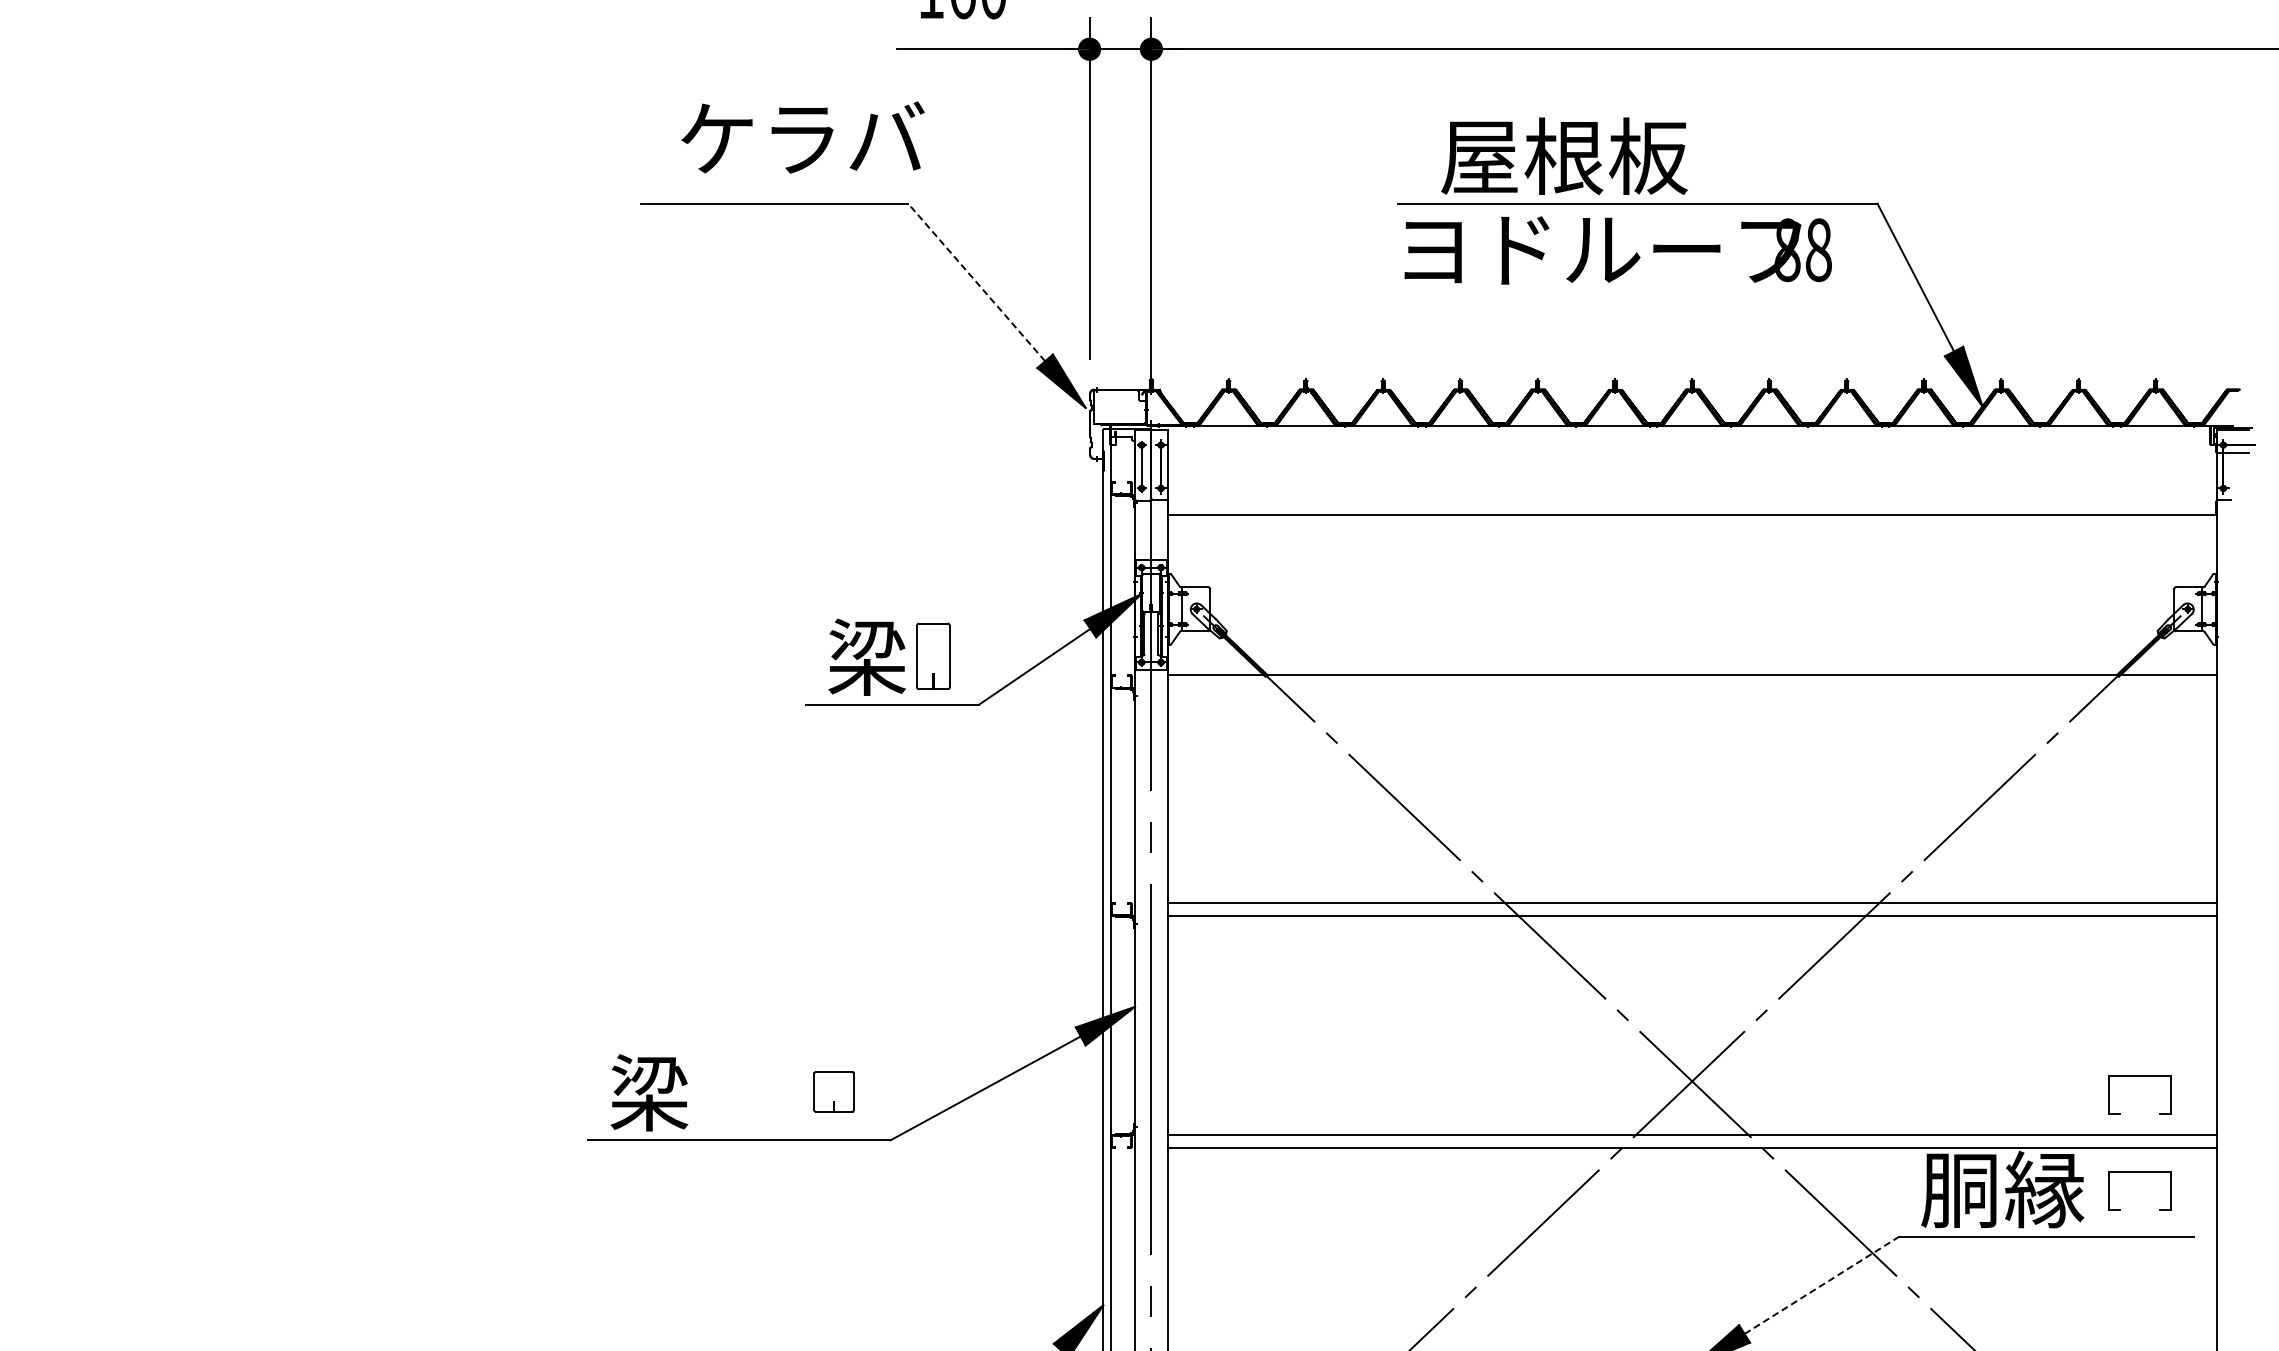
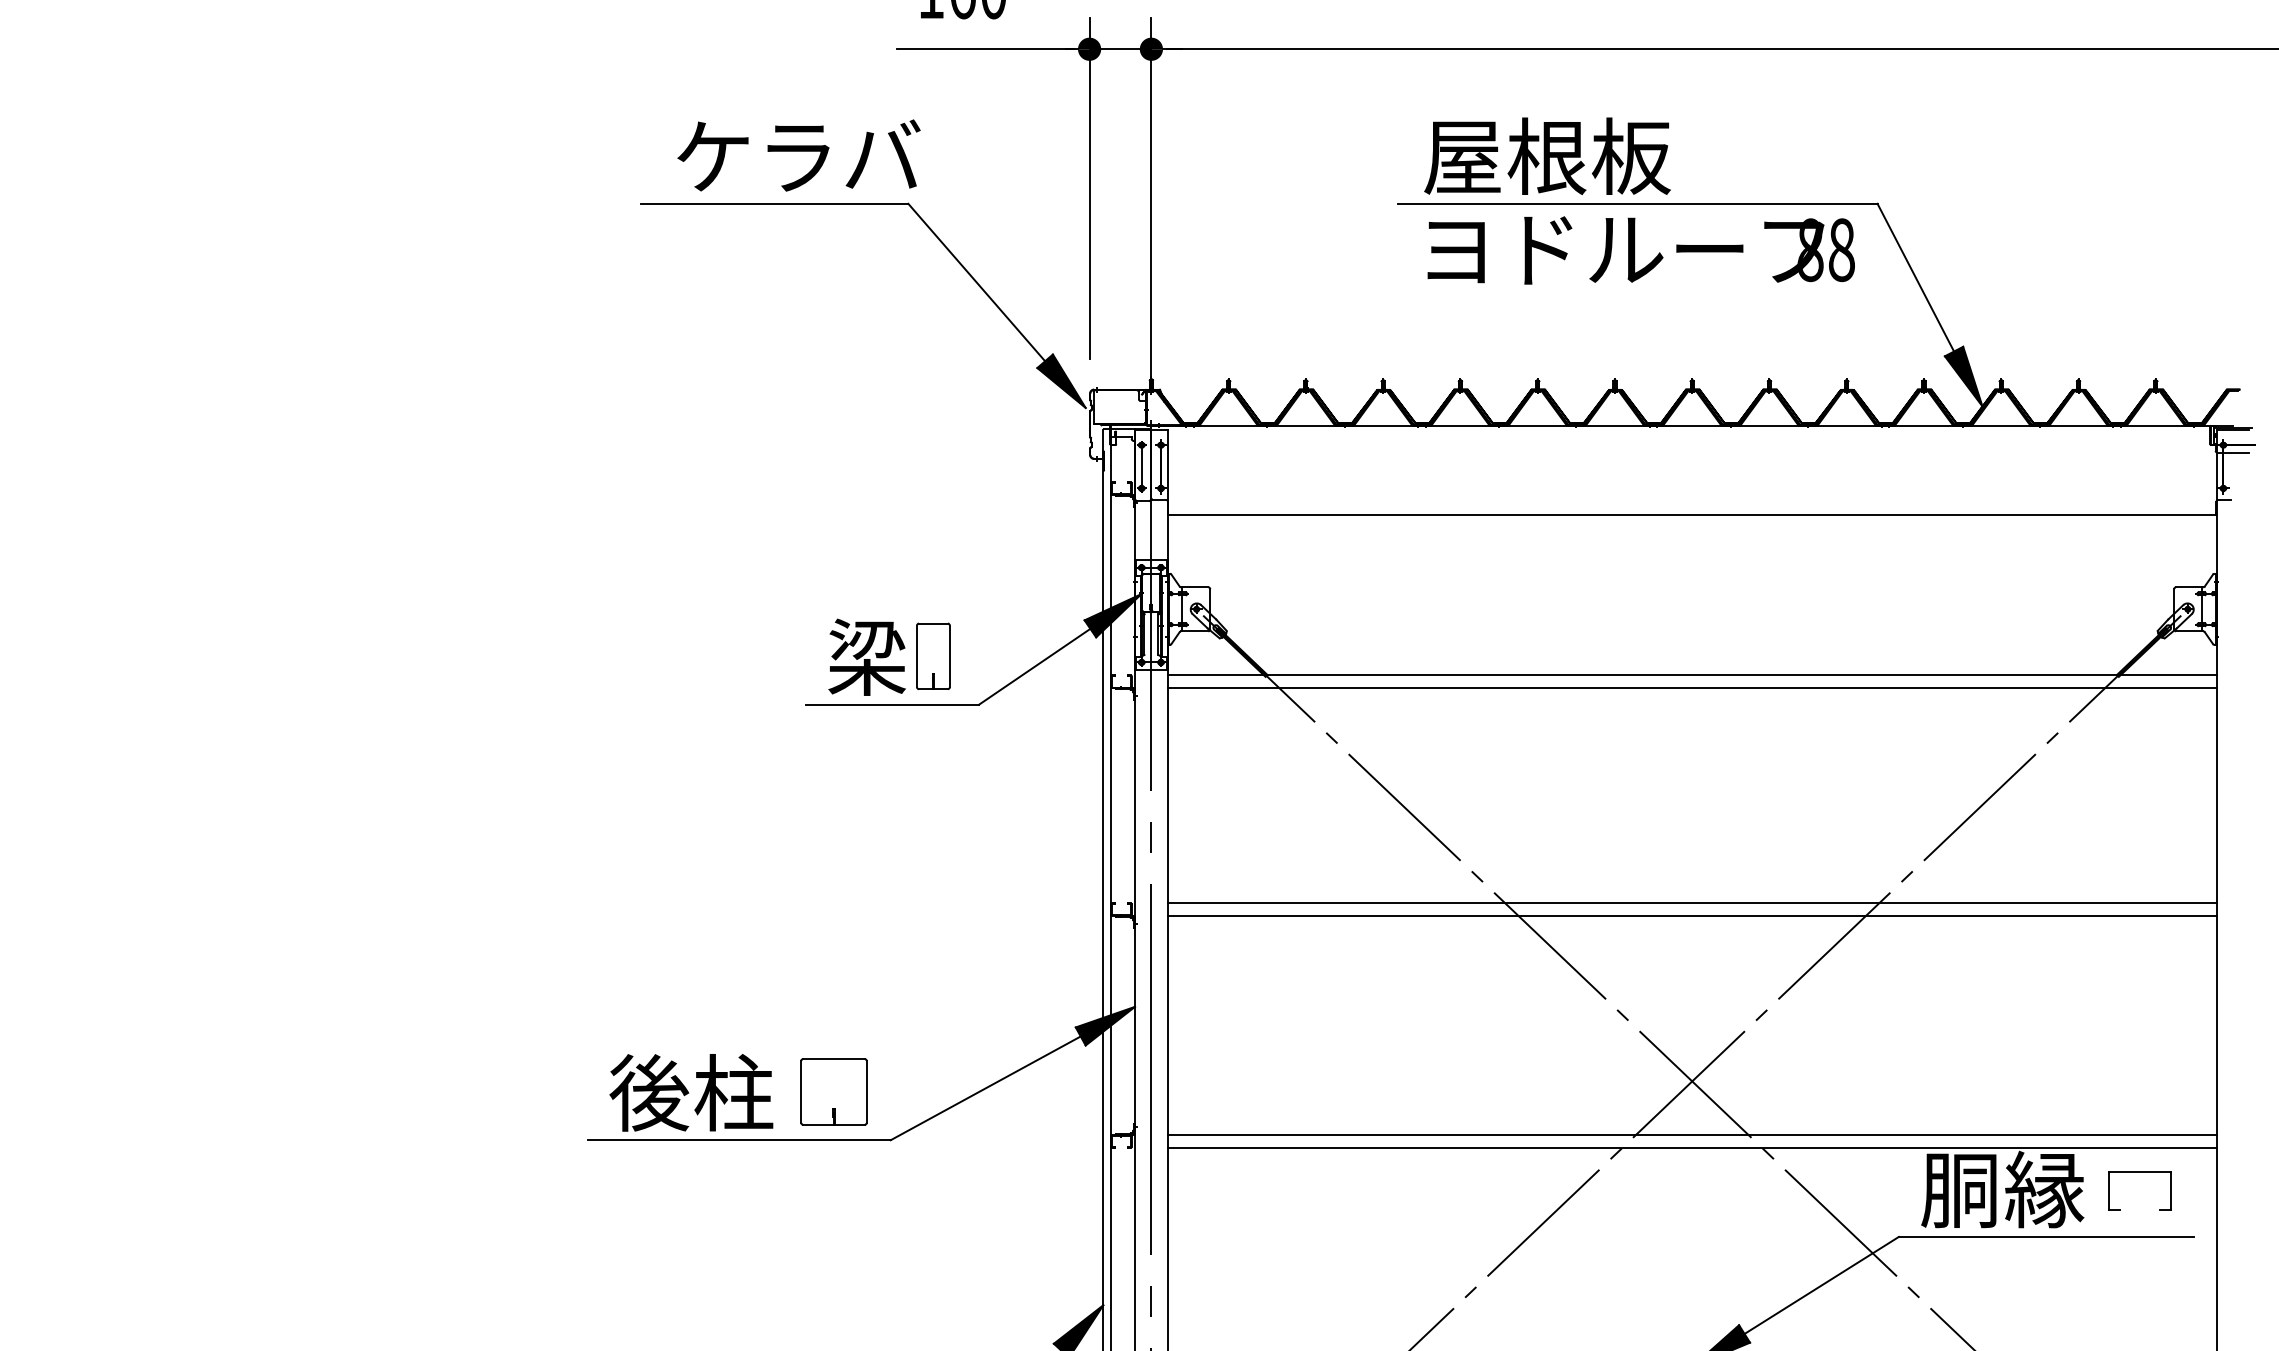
text at (802, 137) position: (802, 137) -> (798, 155)
text at (1564, 156) position: (1564, 156) -> (1547, 156)
text at (1617, 250) position: (1617, 250) -> (1640, 250)
line at (976, 282): dashed -> solid
line at (1691, 688): none -> present
part at (2139, 1076): present -> none
part at (833, 1091) size: 42x42 px -> 68x68 px
text at (691, 1092): 梁 -> 後柱
line at (1822, 1285): dashed -> solid
